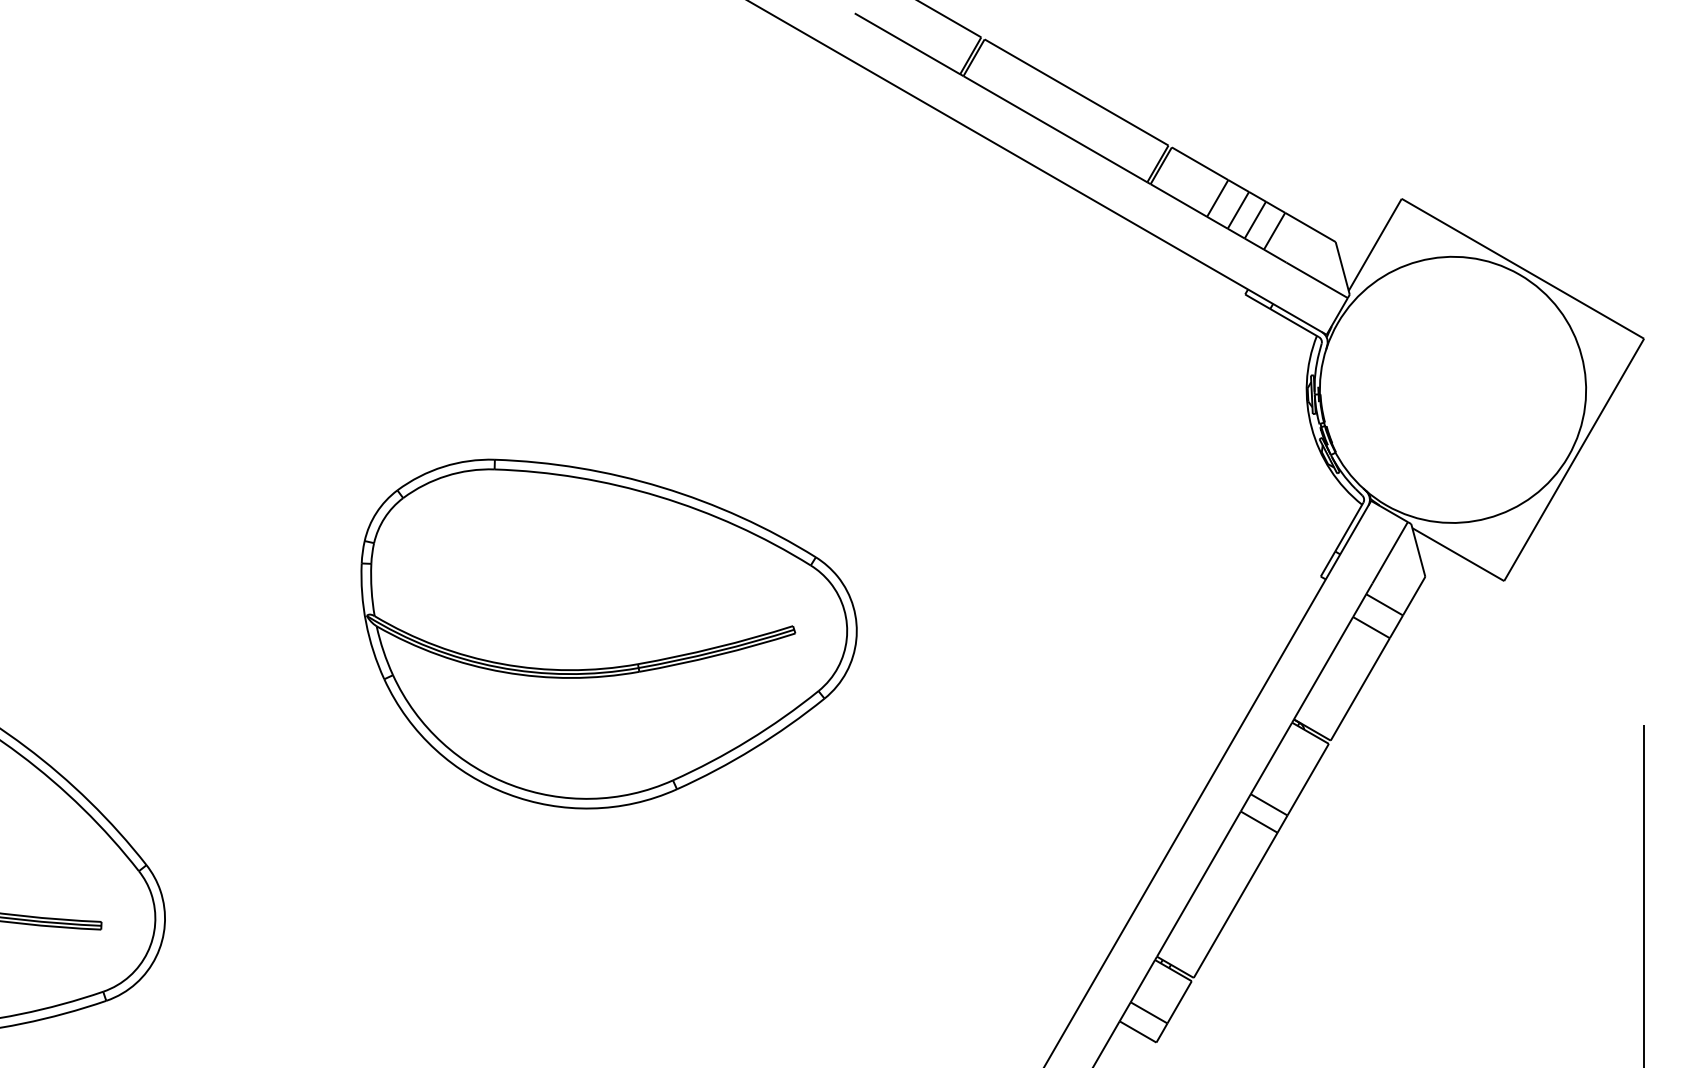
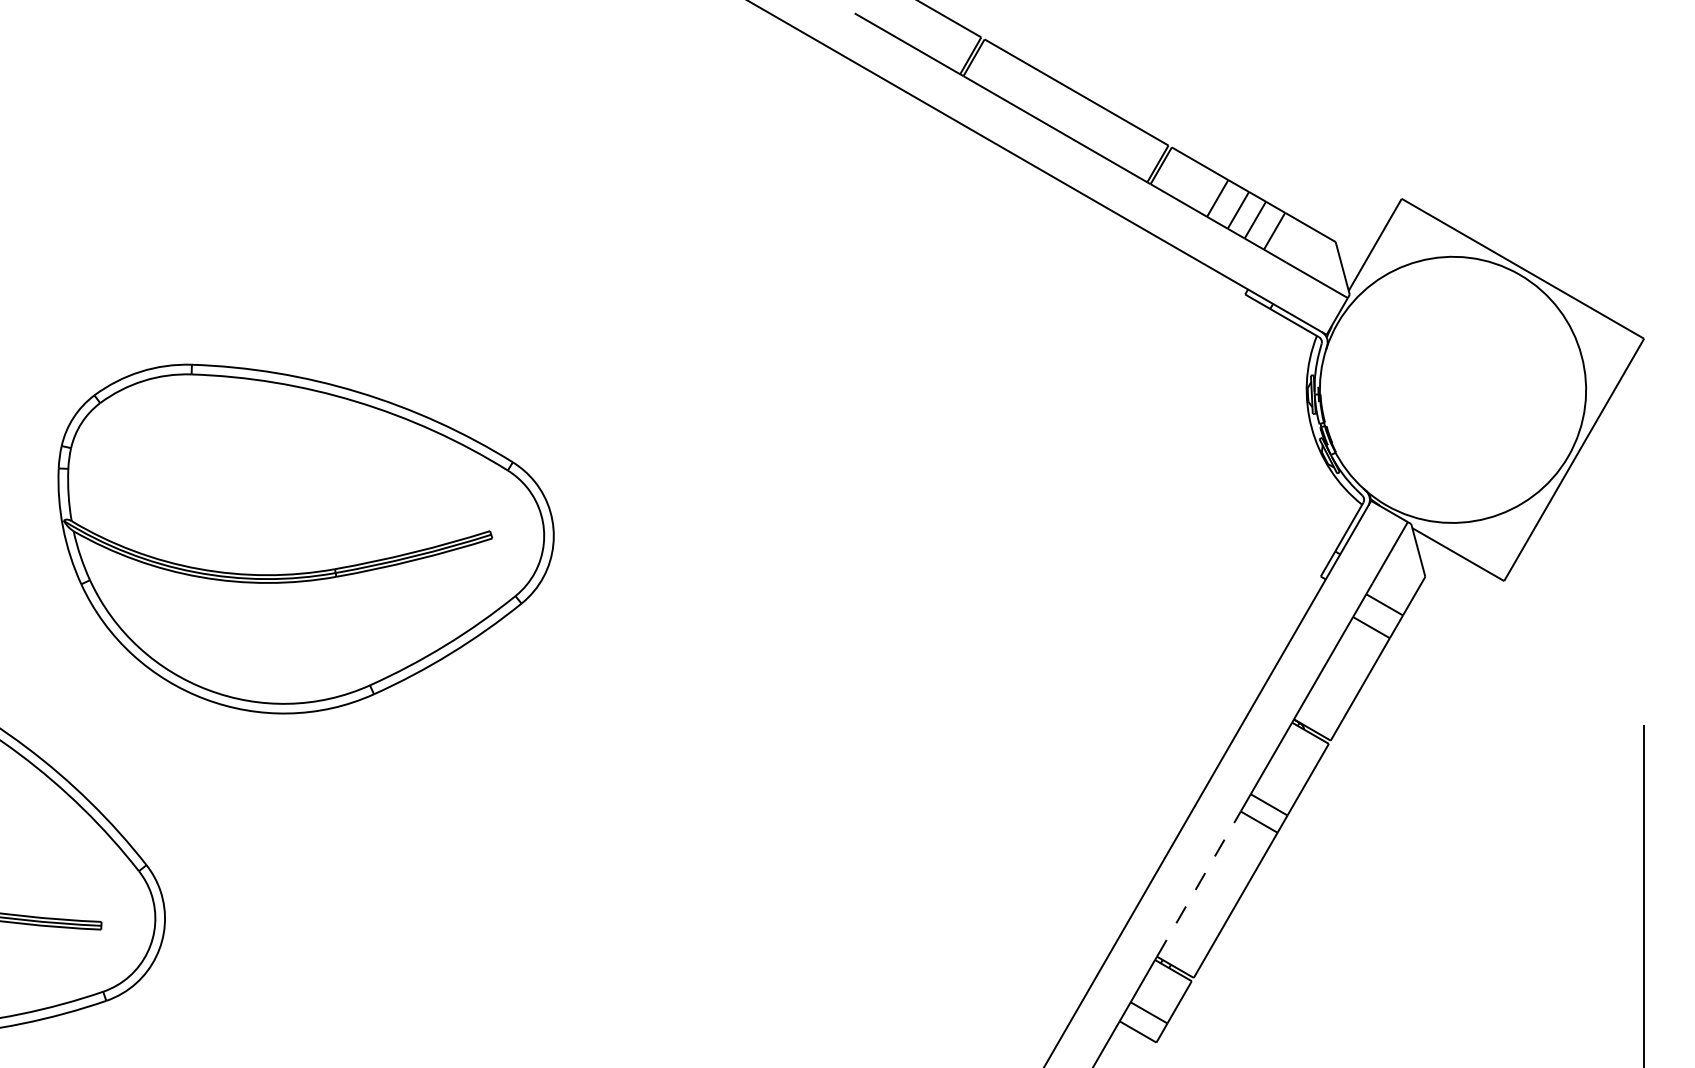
part at (608, 633) position: (608, 633) -> (305, 538)
line at (1198, 884): solid -> dashed
